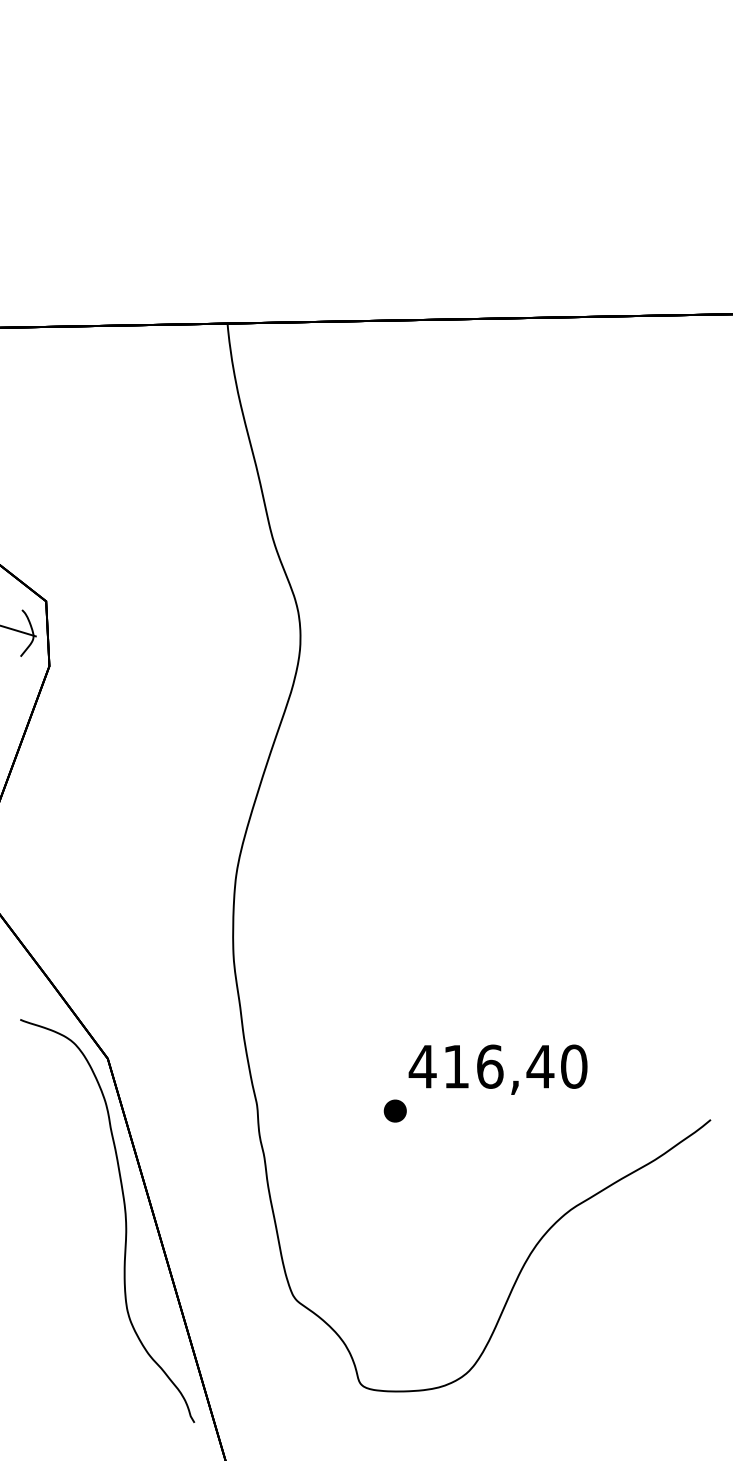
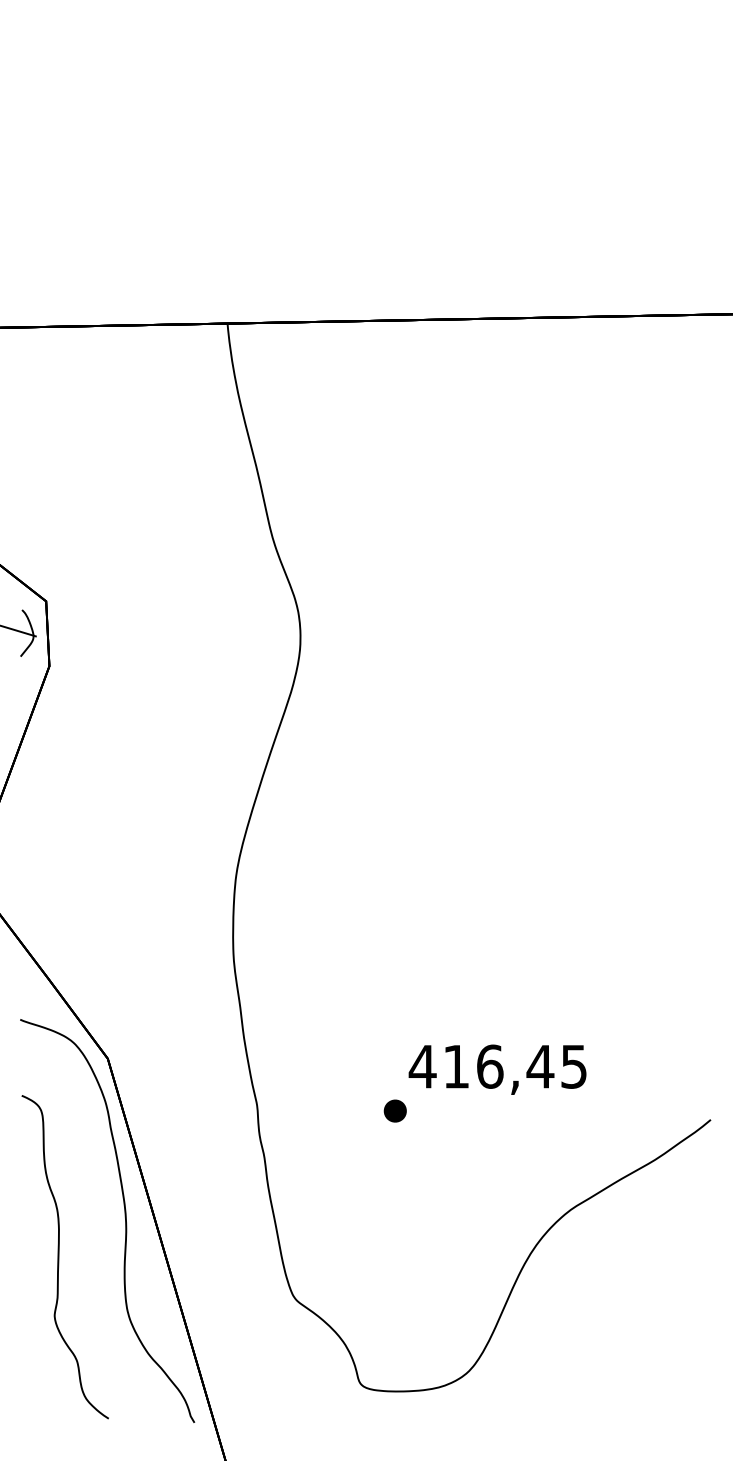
text at (574, 1066): 416,40 -> 416,45
part at (64, 1257): none -> present
